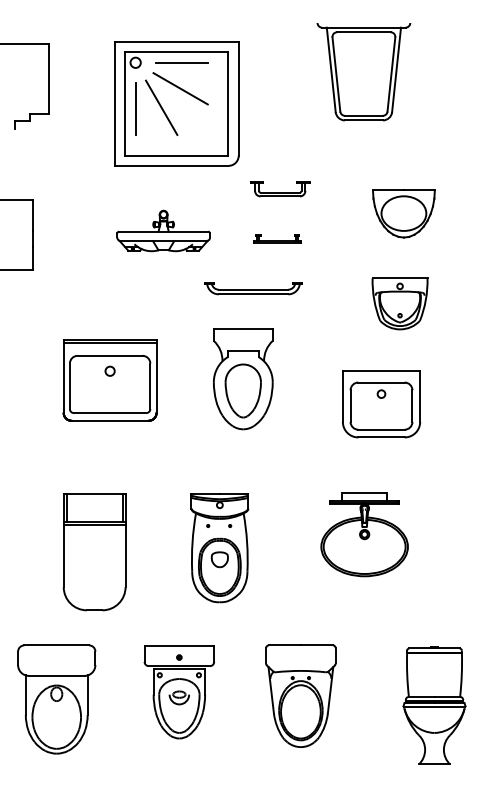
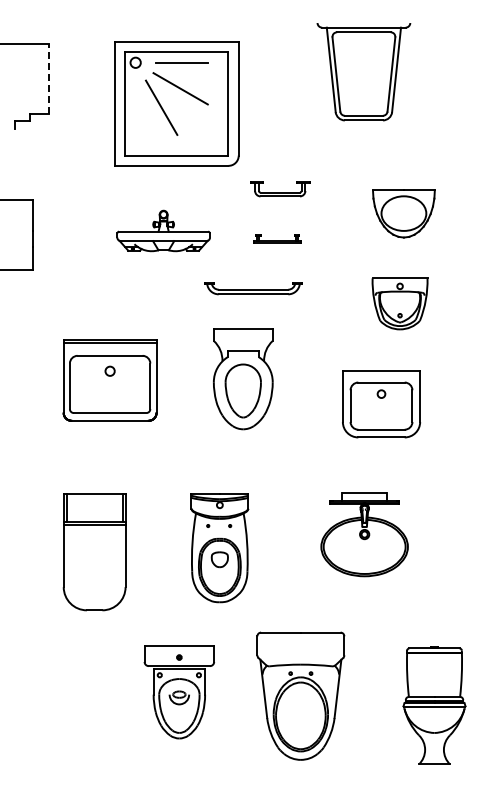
line at (49, 78): solid -> dashed
line at (135, 108): present -> none
part at (300, 695) size: 72x104 px -> 90x130 px
part at (56, 699): present -> none
